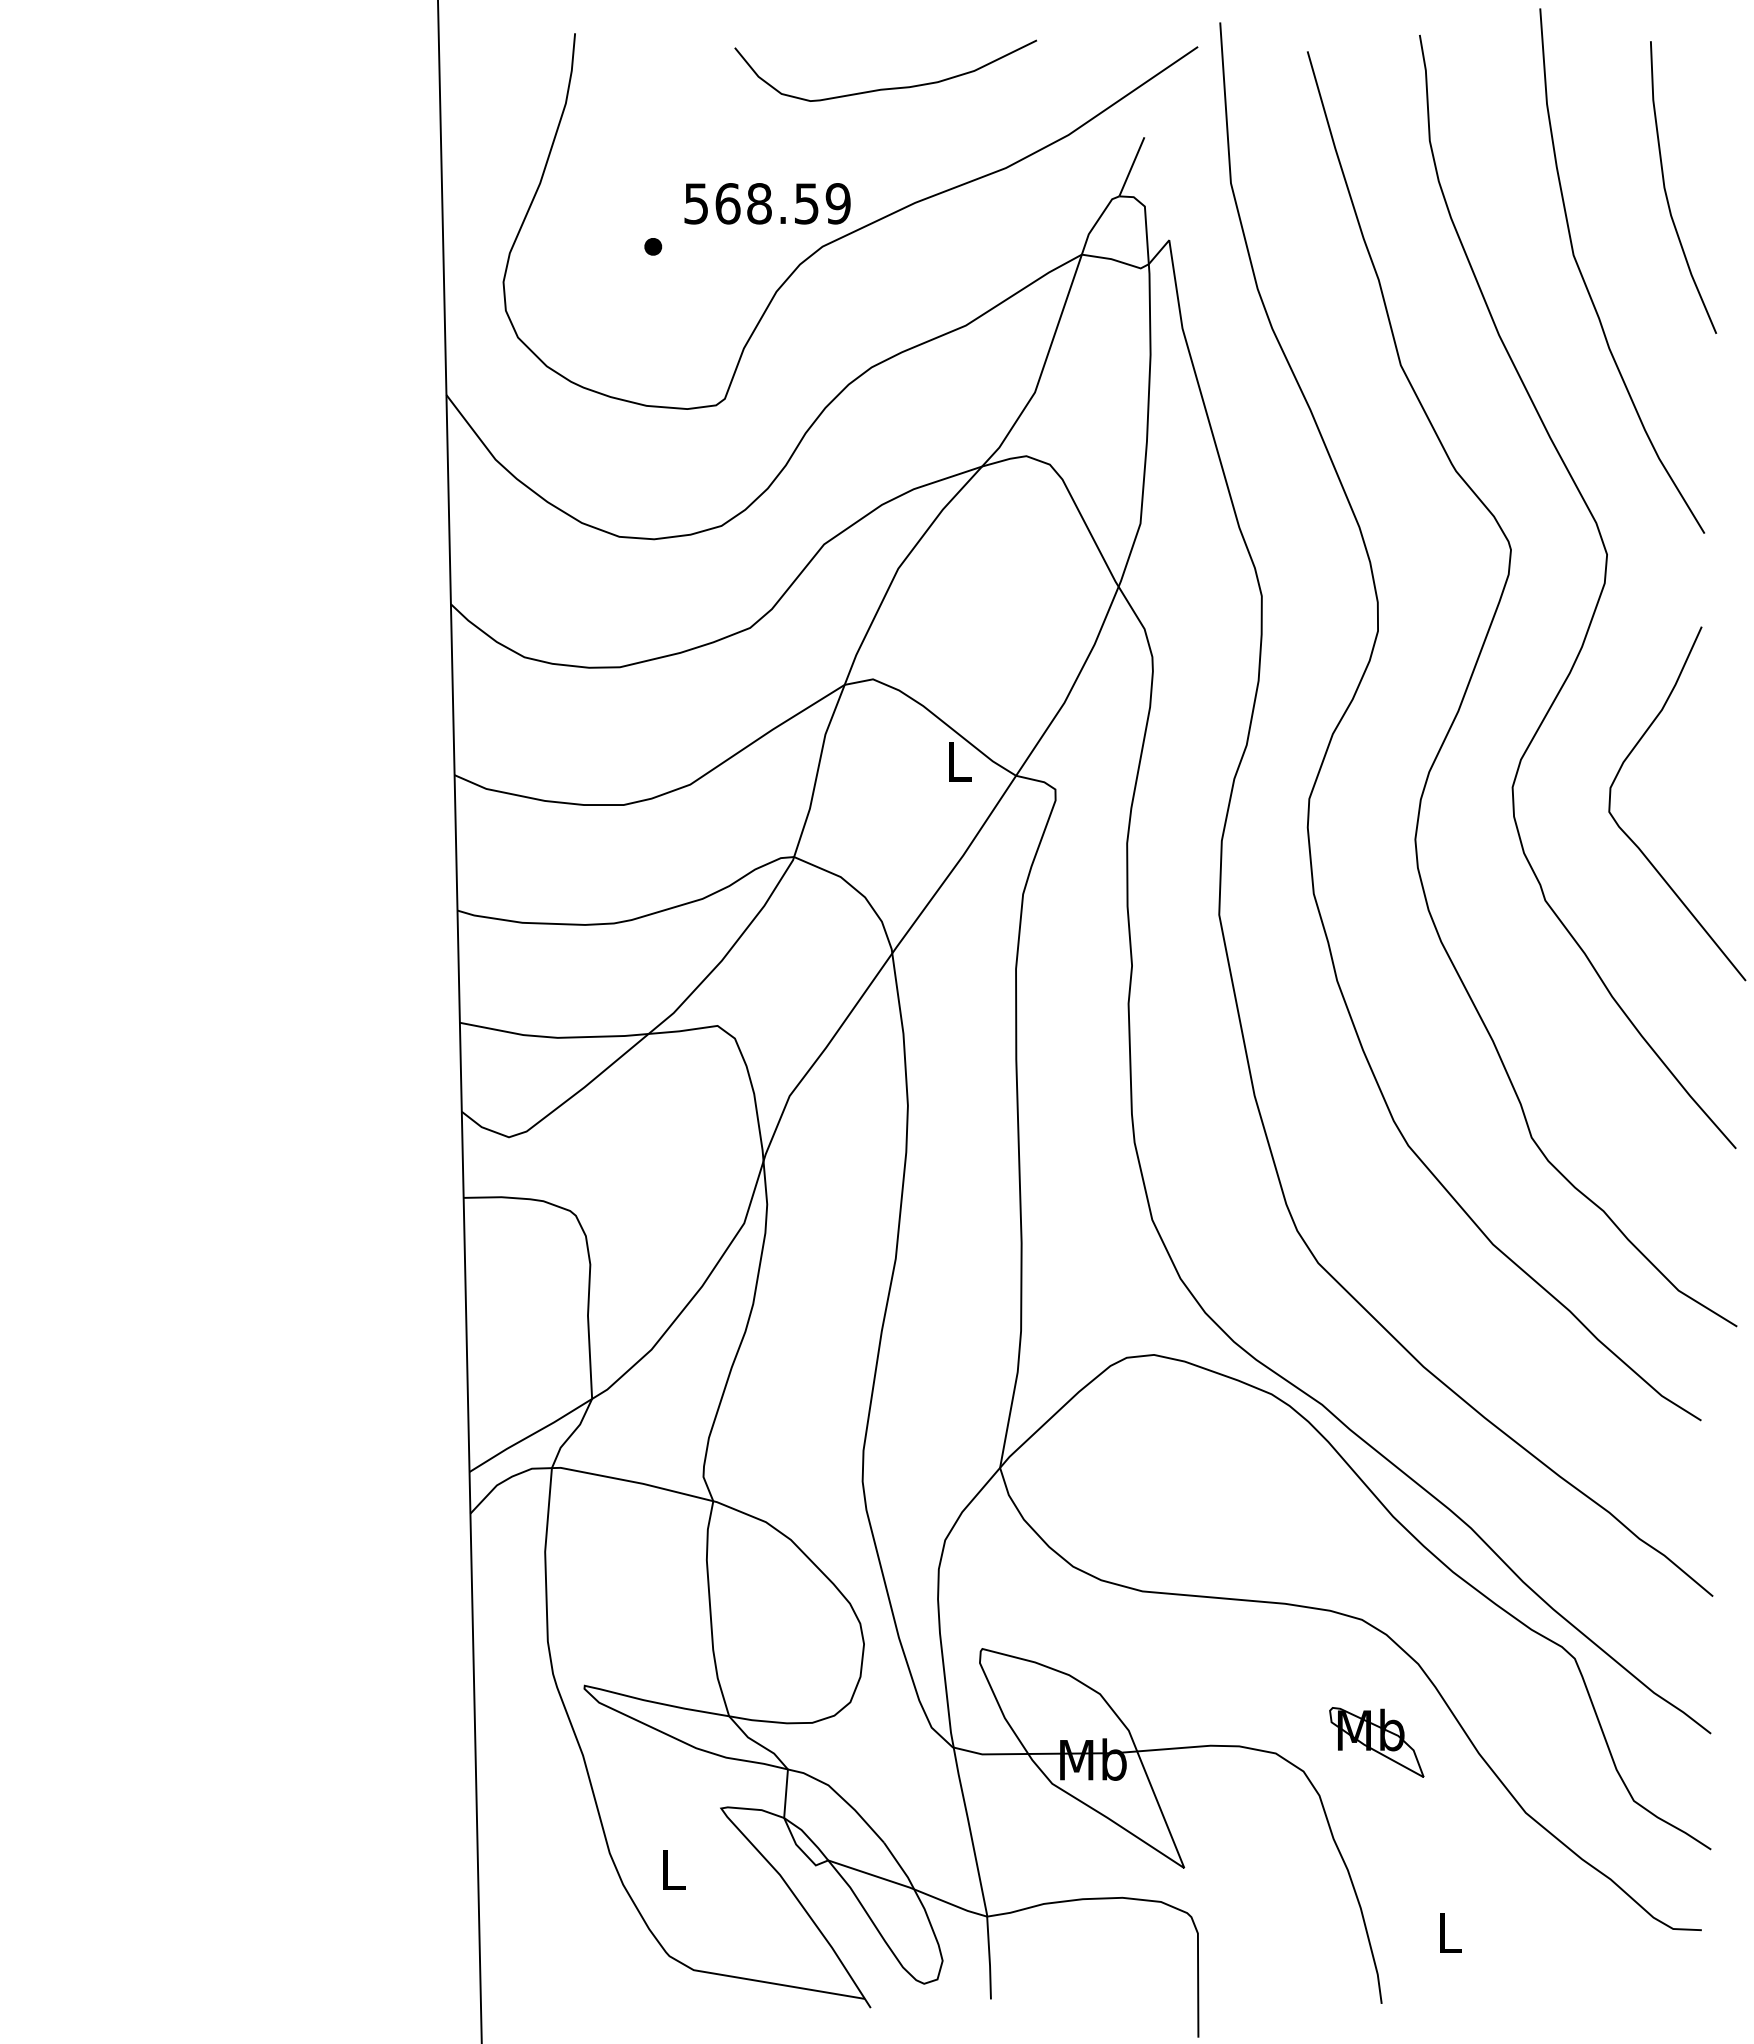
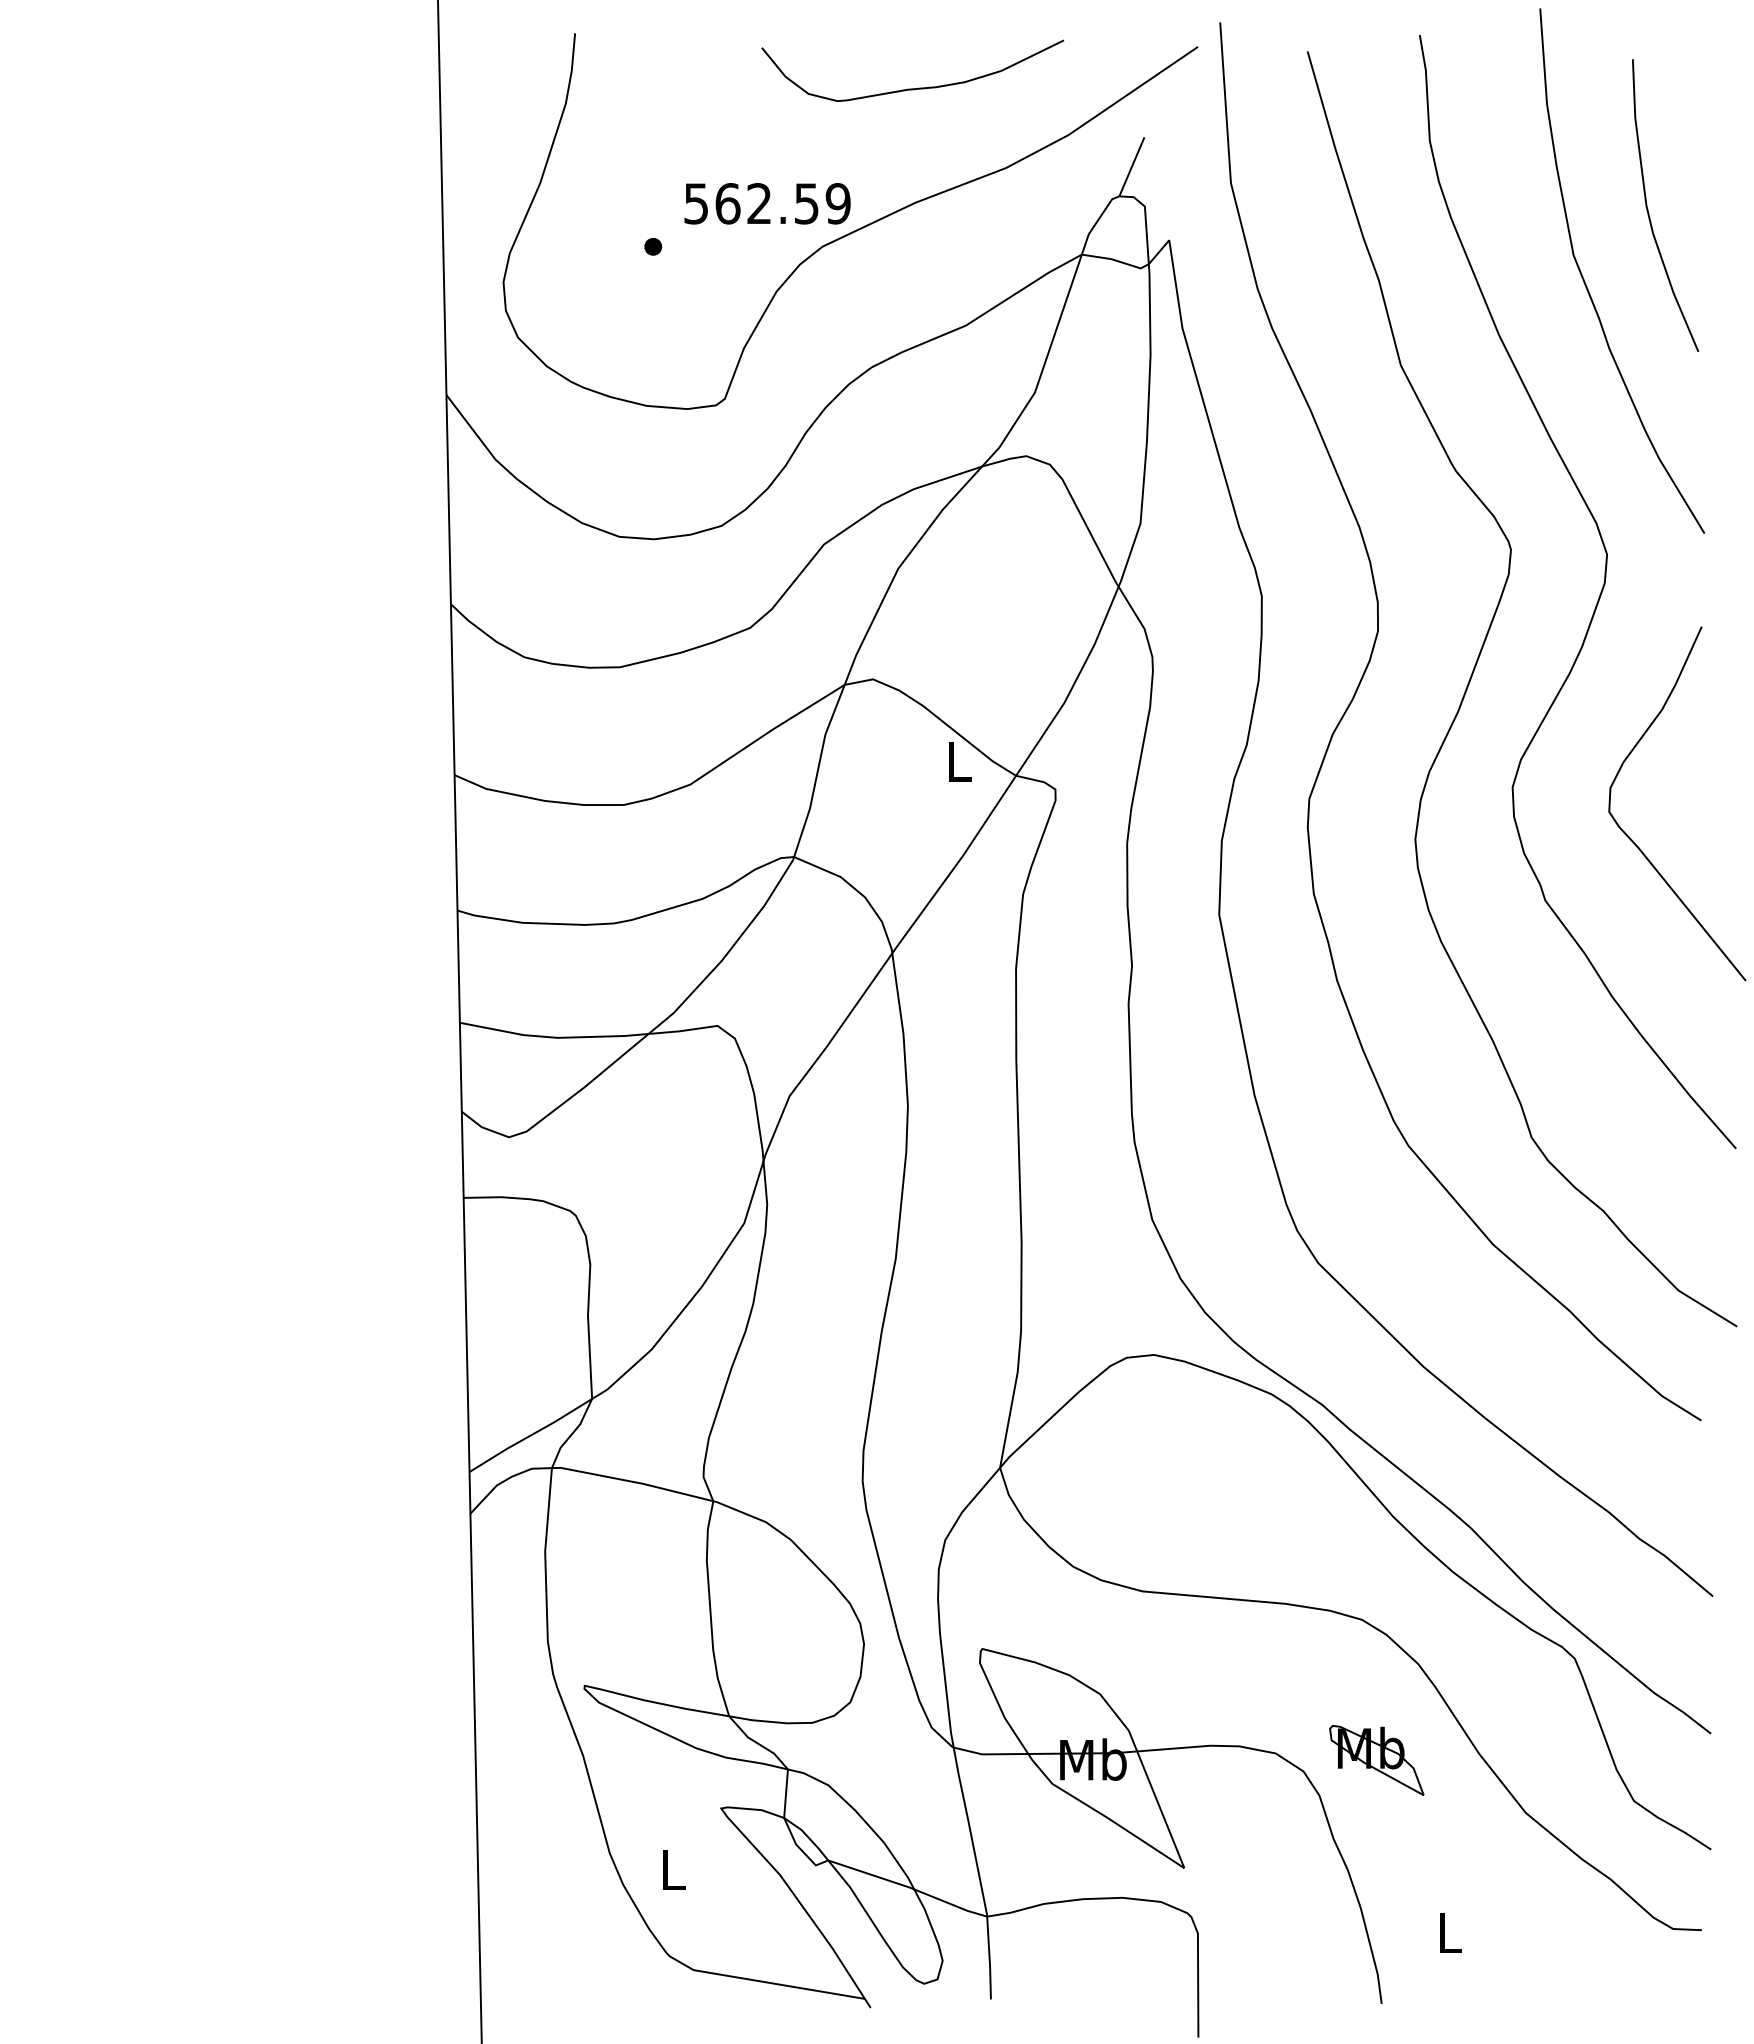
curve at (885, 88) position: (885, 88) -> (912, 88)
curve at (1666, 191) position: (1666, 191) -> (1648, 209)
text at (759, 203): 568.59 -> 562.59
part at (1376, 1742) position: (1376, 1742) -> (1376, 1760)
